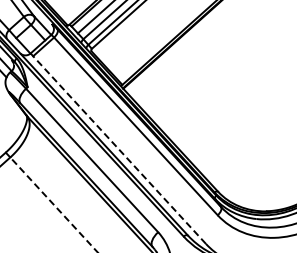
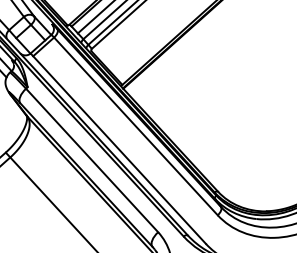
line at (119, 149): dashed -> solid
line at (54, 205): dashed -> solid
